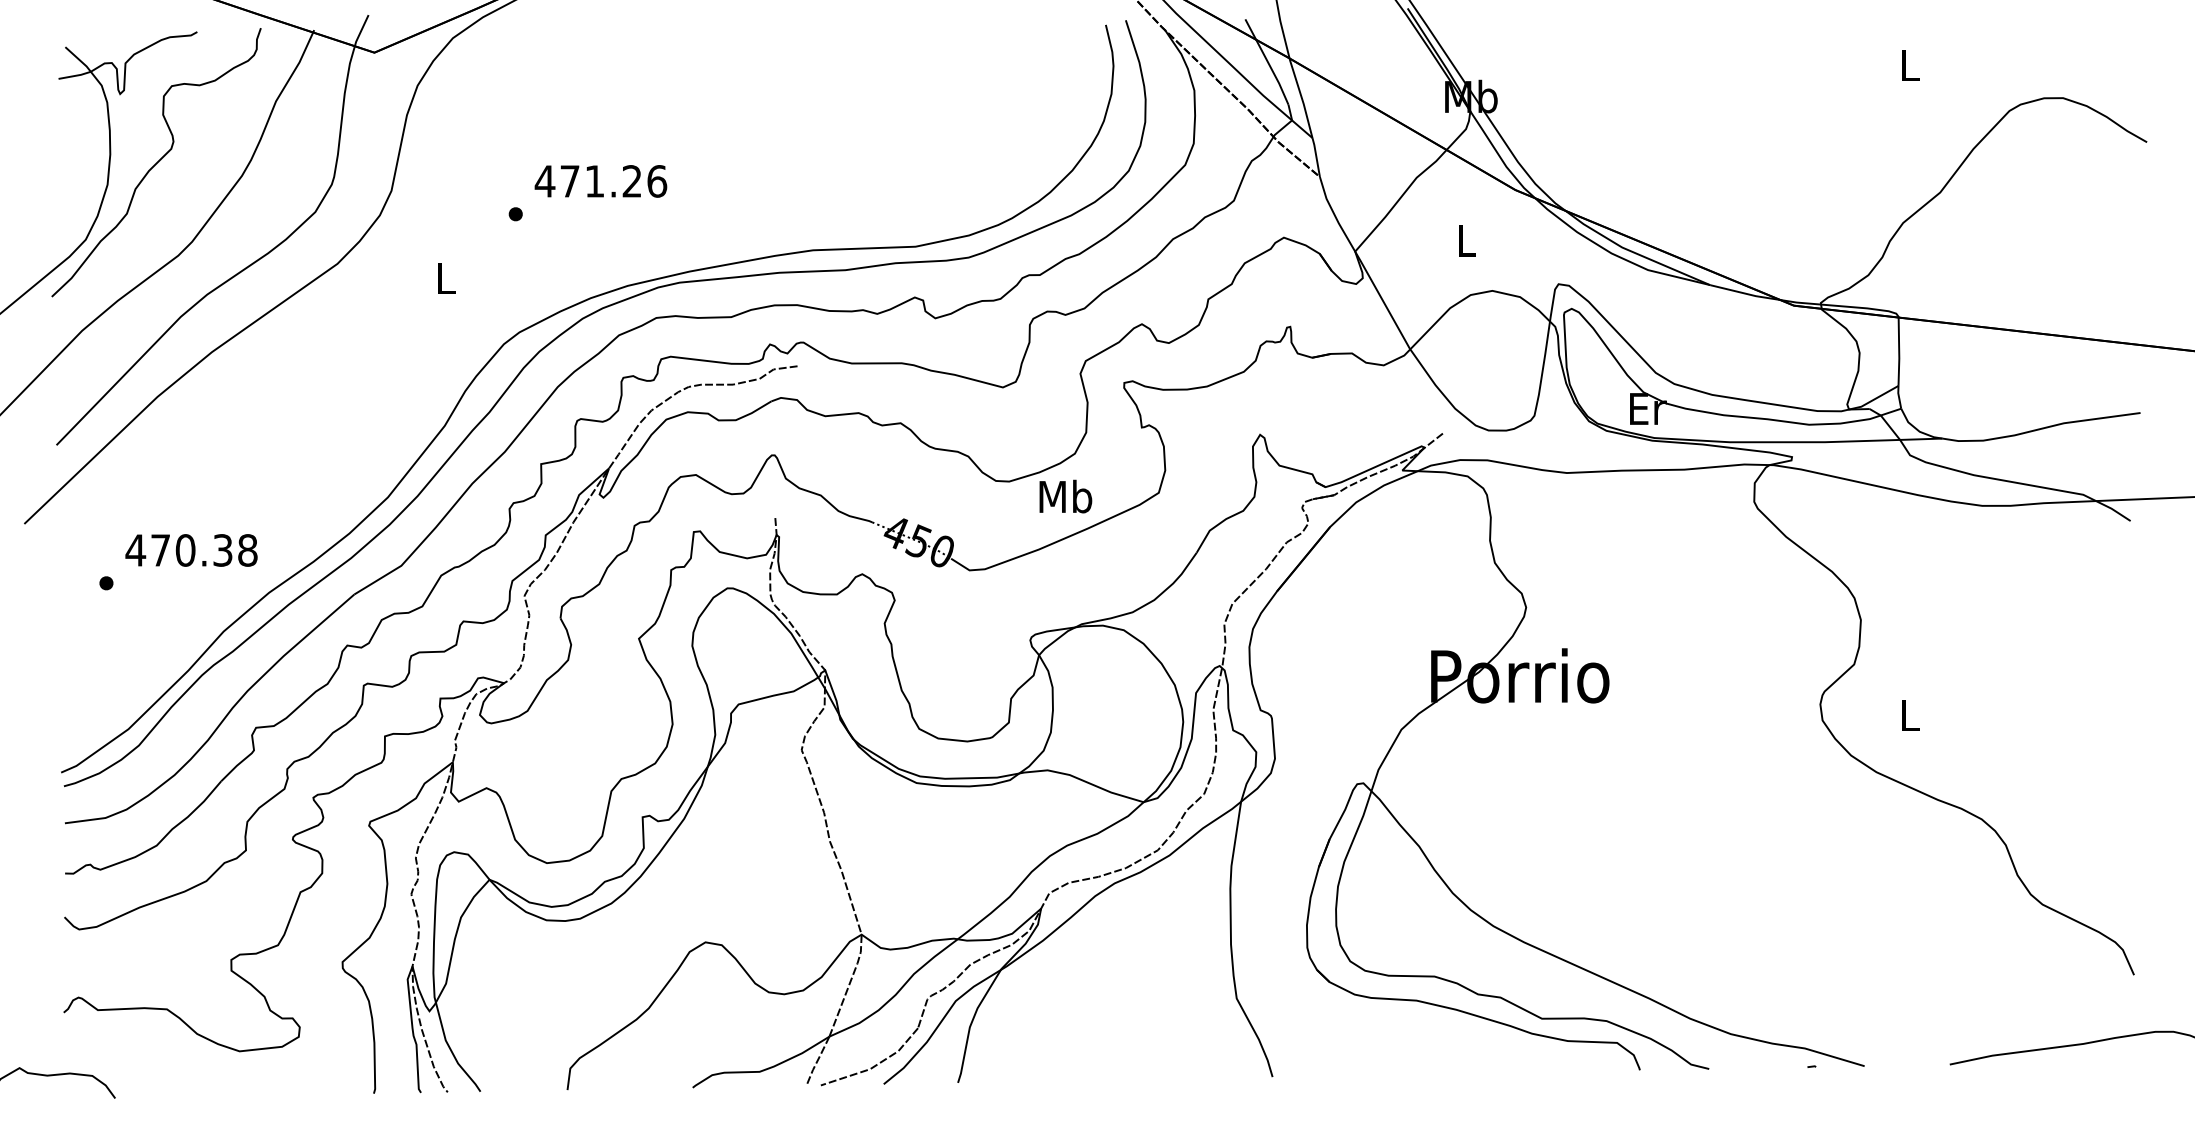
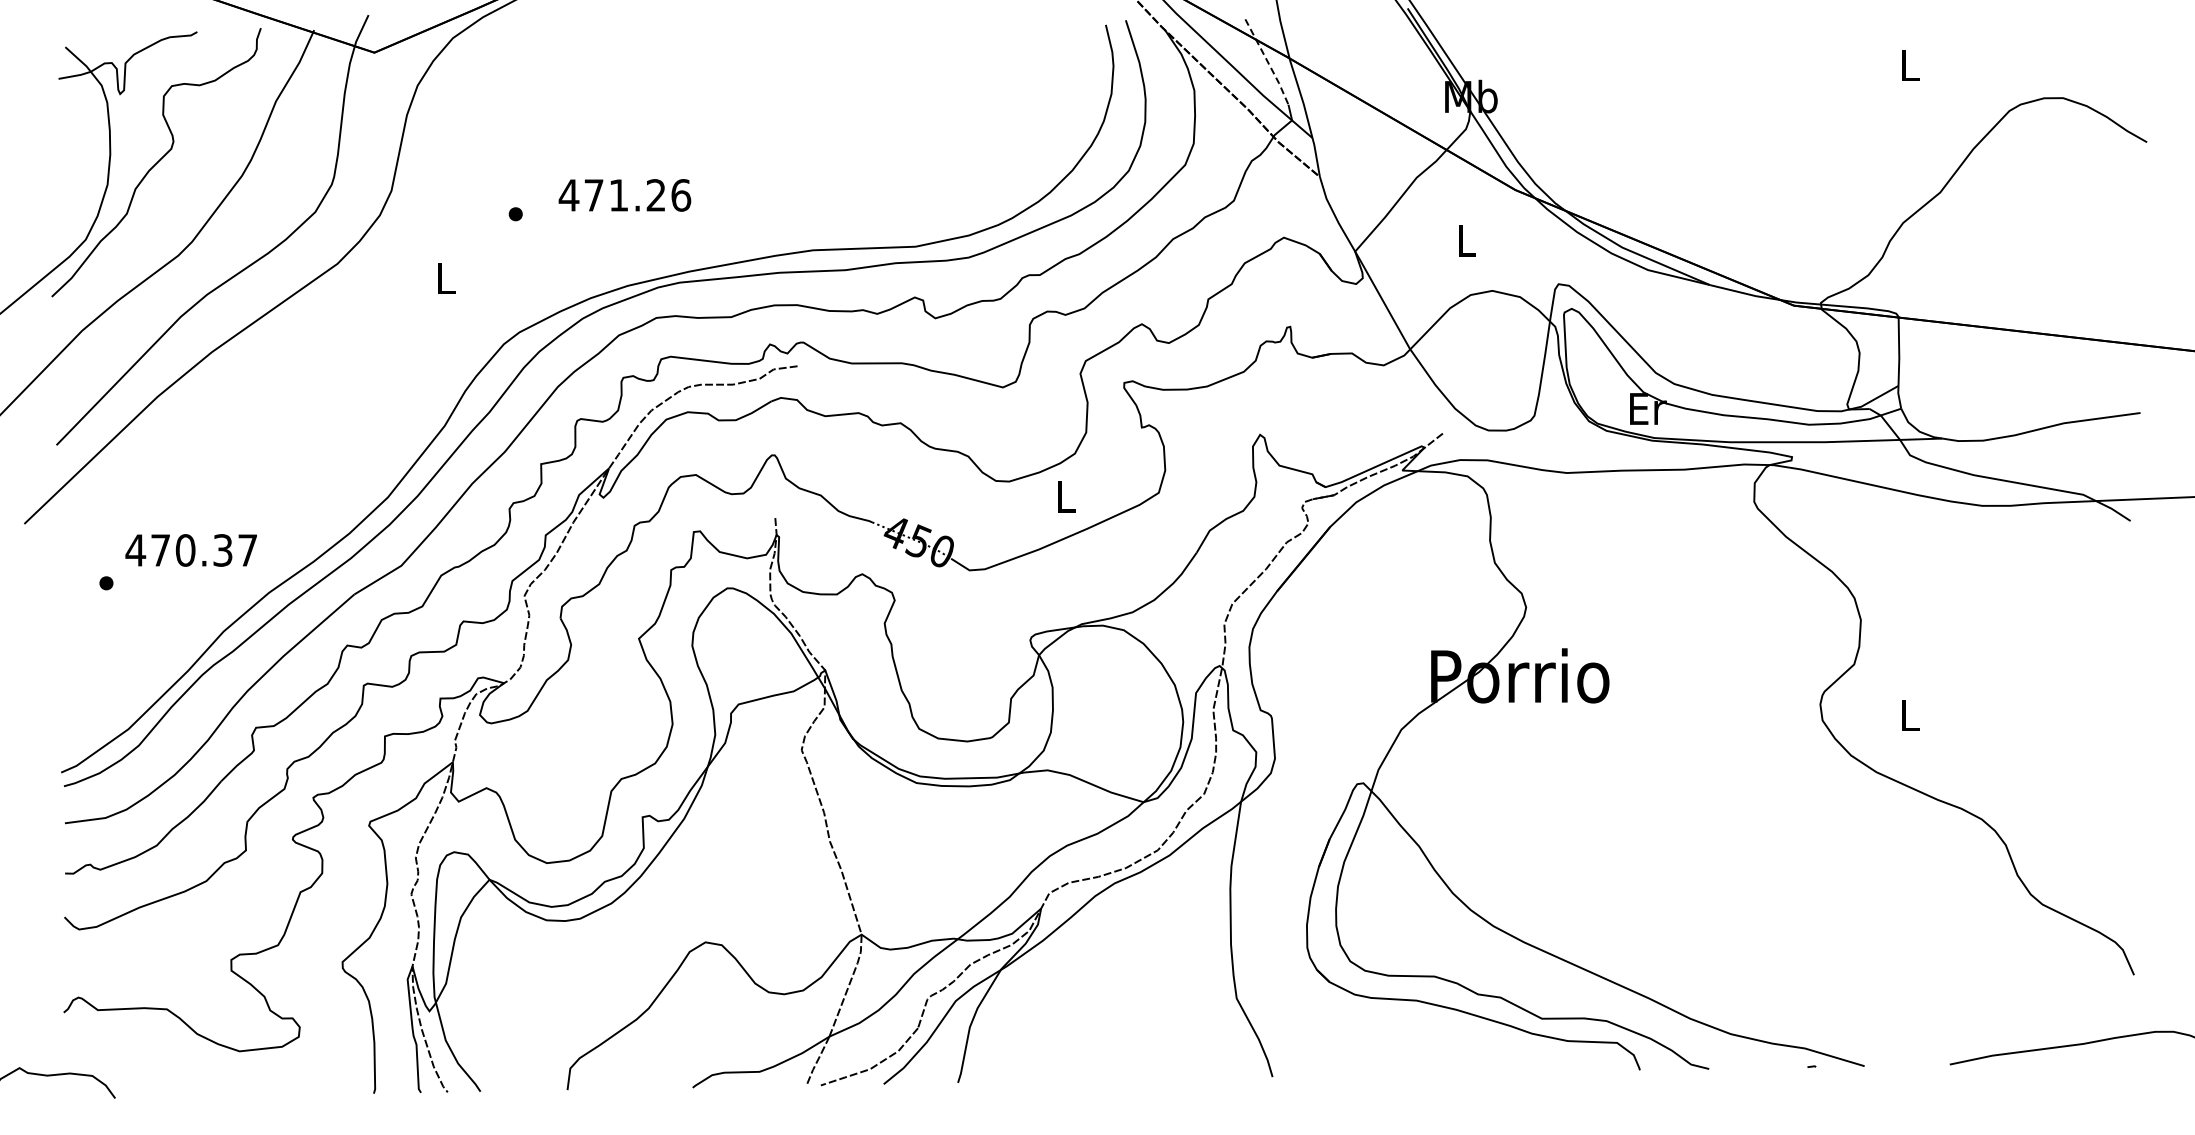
line at (1268, 62): solid -> dashed
text at (600, 181) position: (600, 181) -> (624, 195)
text at (1065, 496): Mb -> L
text at (247, 550): 470.38 -> 470.37
